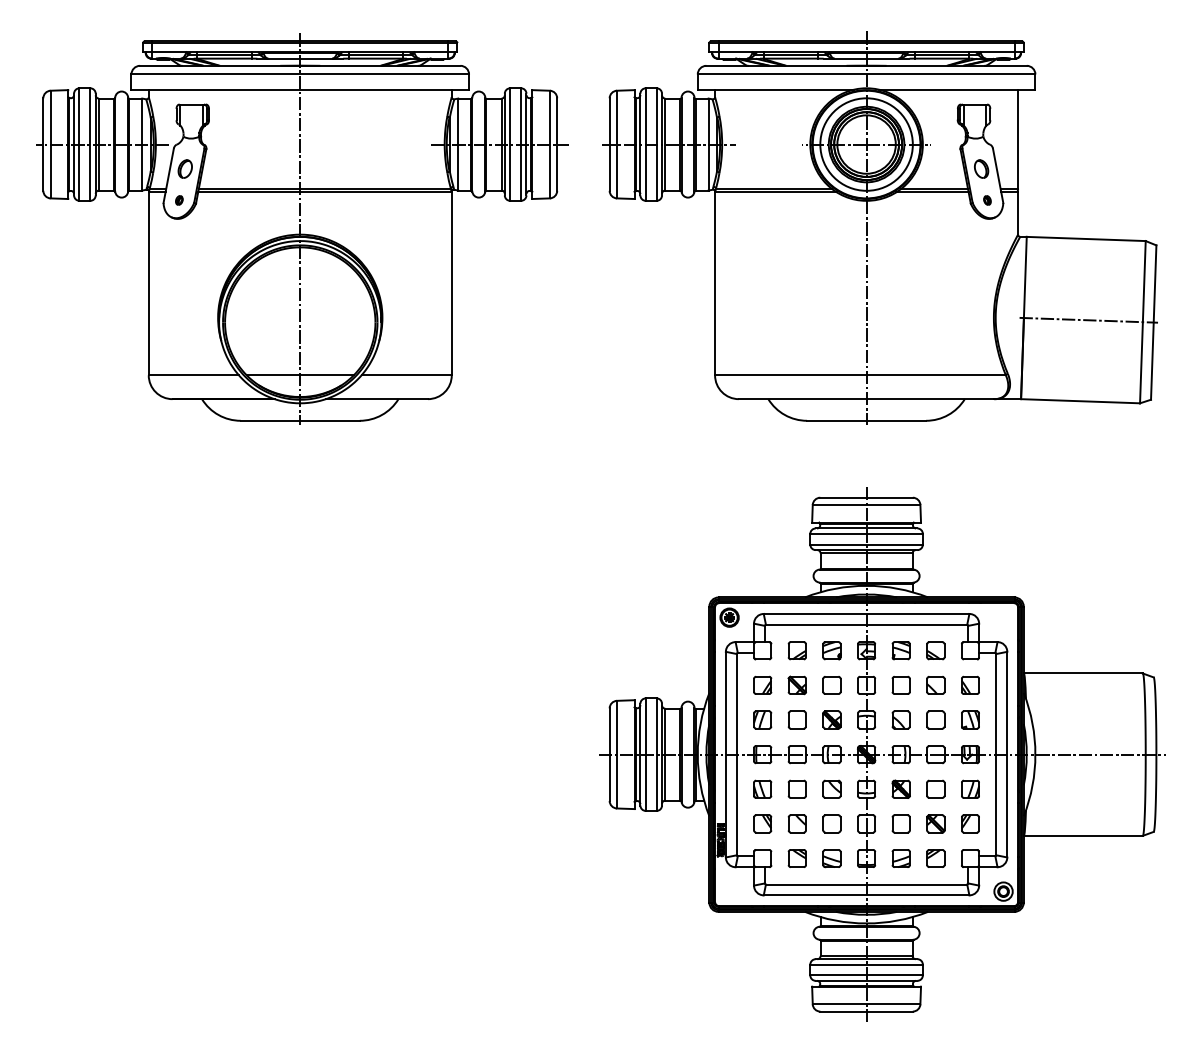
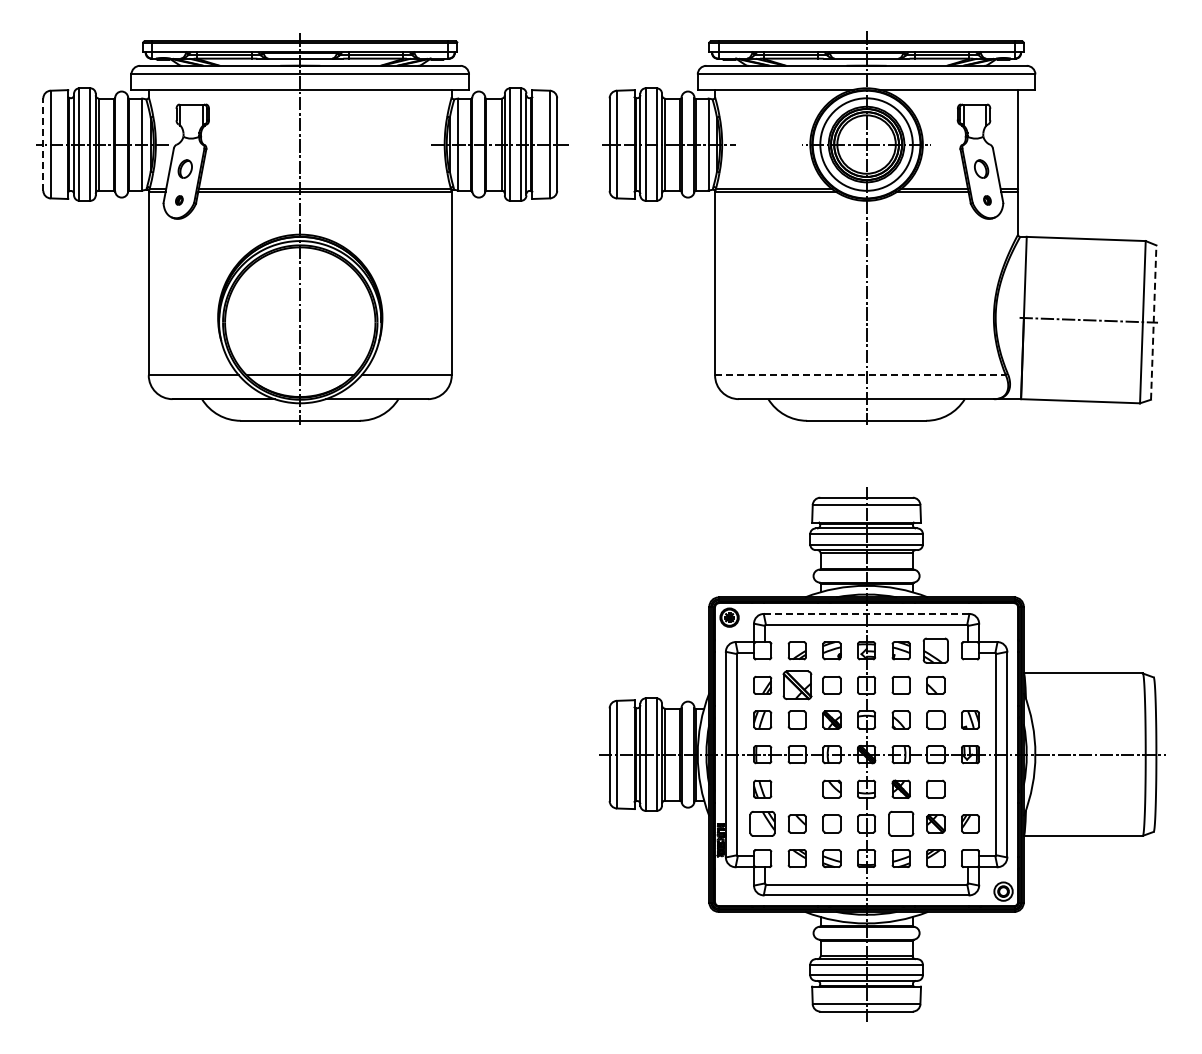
line at (43, 144): solid -> dashed
line at (1153, 322): solid -> dashed
line at (860, 375): solid -> dashed
line at (866, 613): solid -> dashed
part at (935, 650) size: 20x20 px -> 27x27 px
part at (970, 684): present -> none
part at (796, 685) size: 20x21 px -> 31x31 px
part at (796, 788): present -> none
part at (970, 788): present -> none
part at (762, 823) size: 20x20 px -> 27x26 px
part at (900, 823) size: 20x20 px -> 27x26 px
